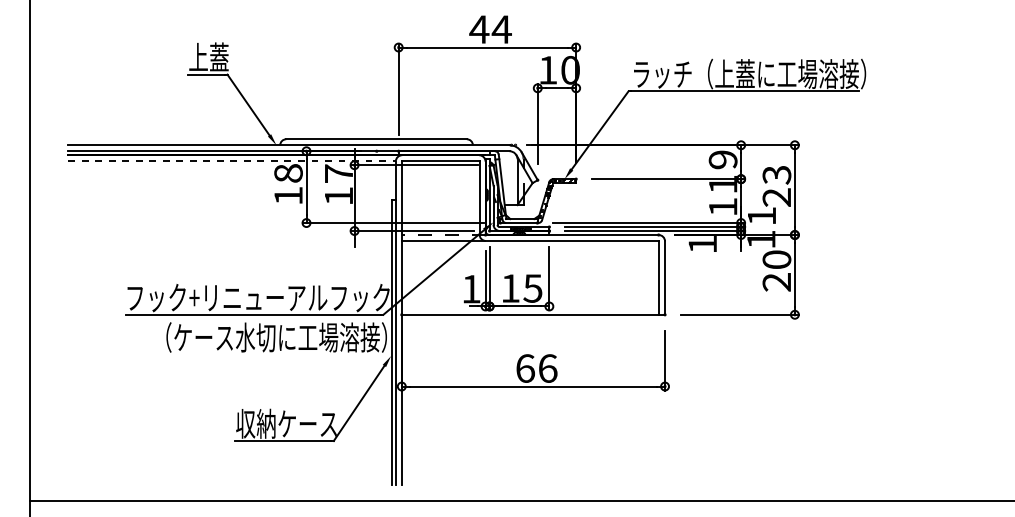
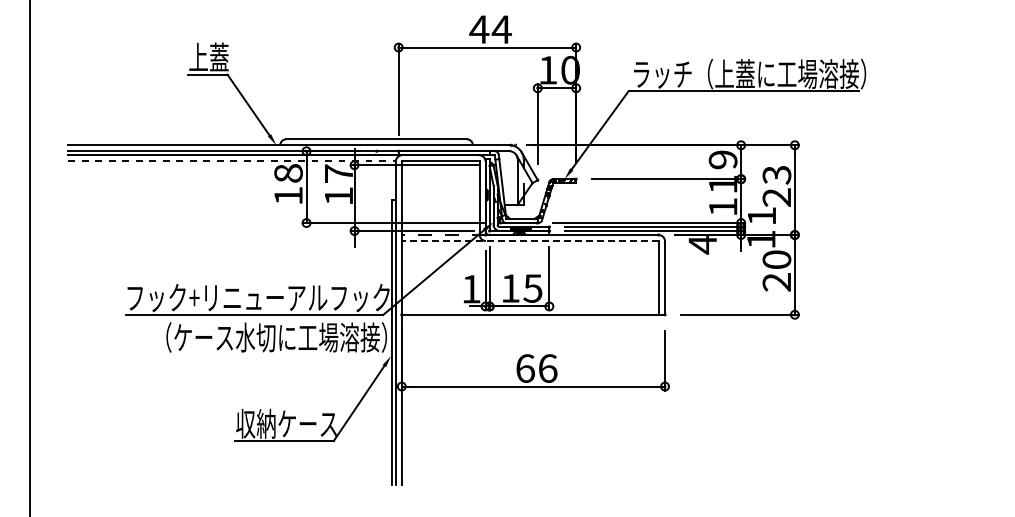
line at (530, 241): solid -> dashed
text at (702, 245): 1 -> 4
line at (520, 501): present -> none
